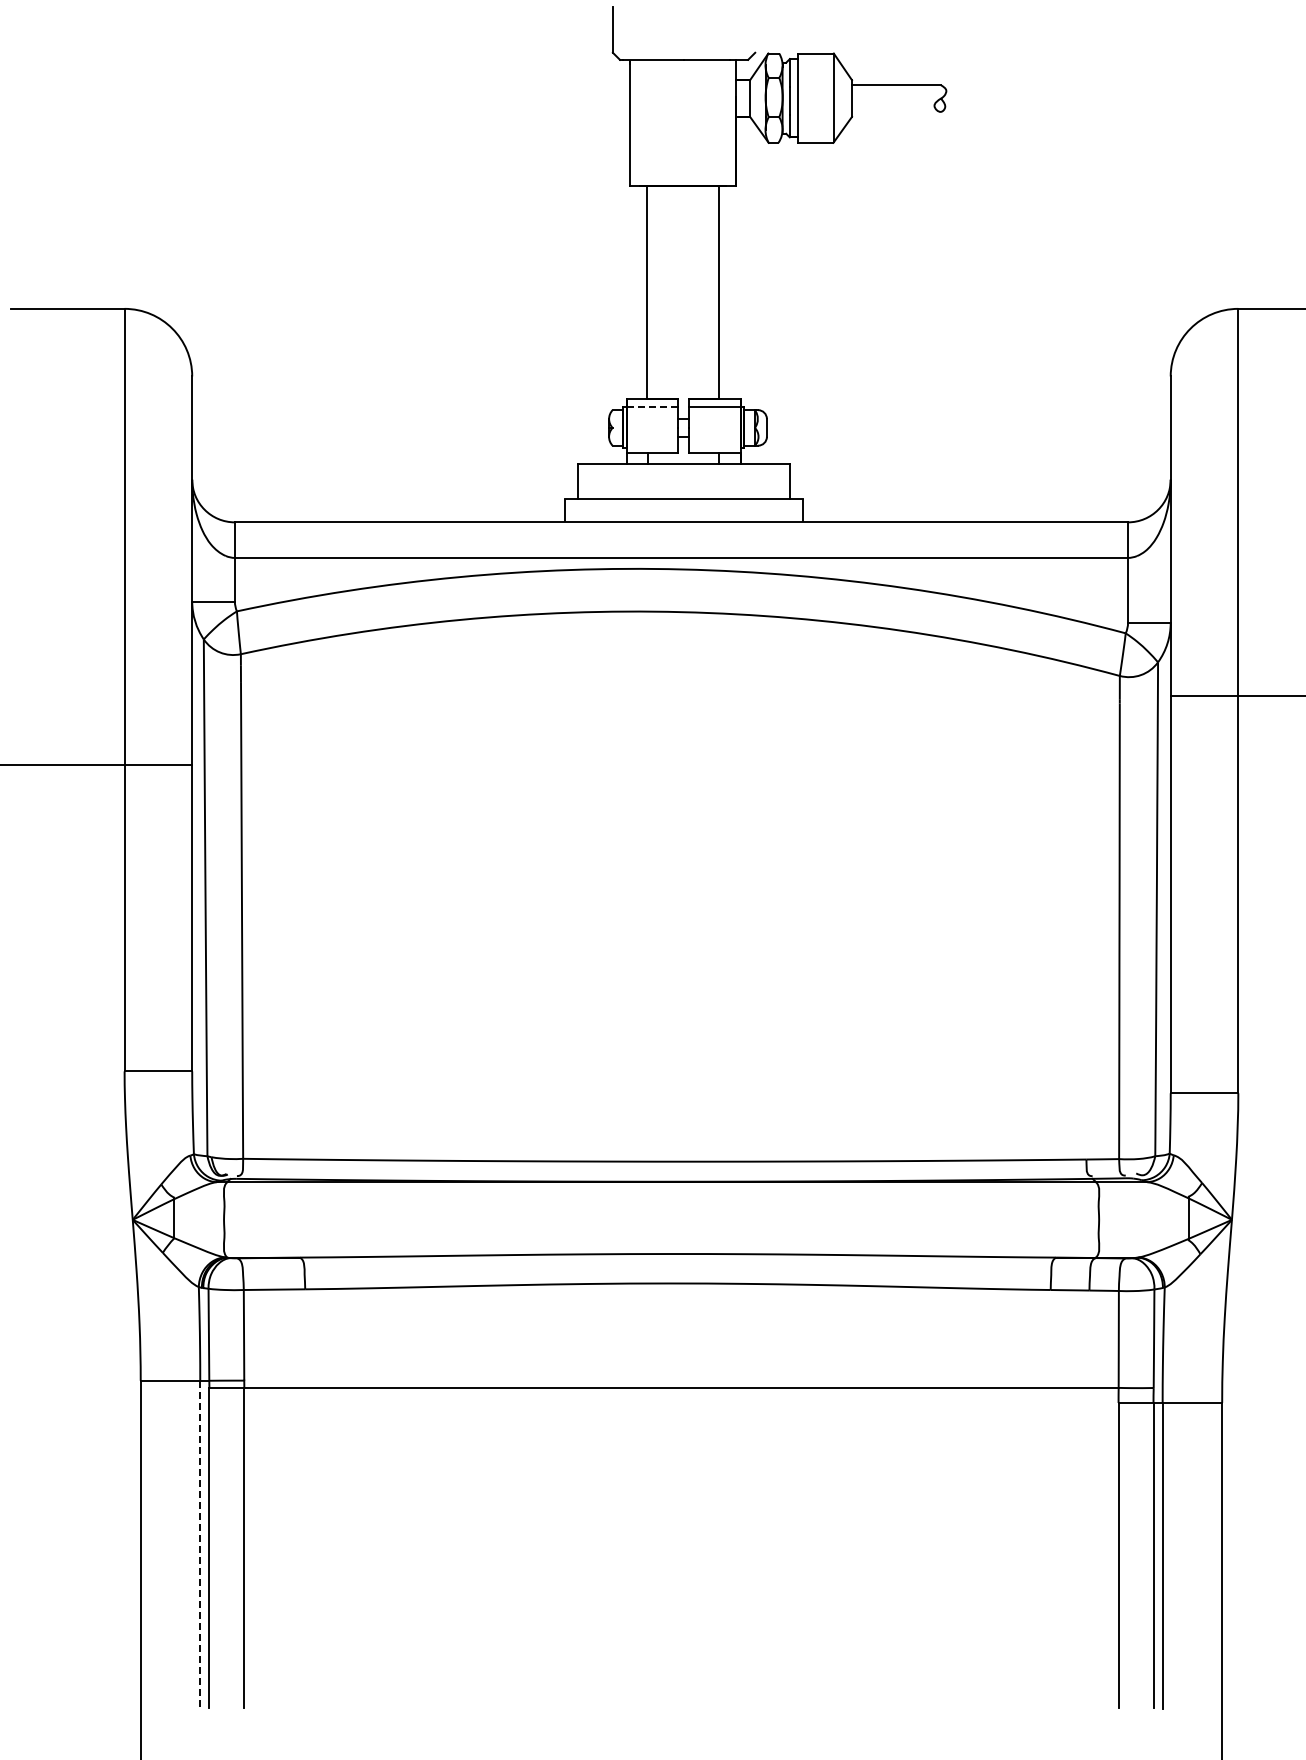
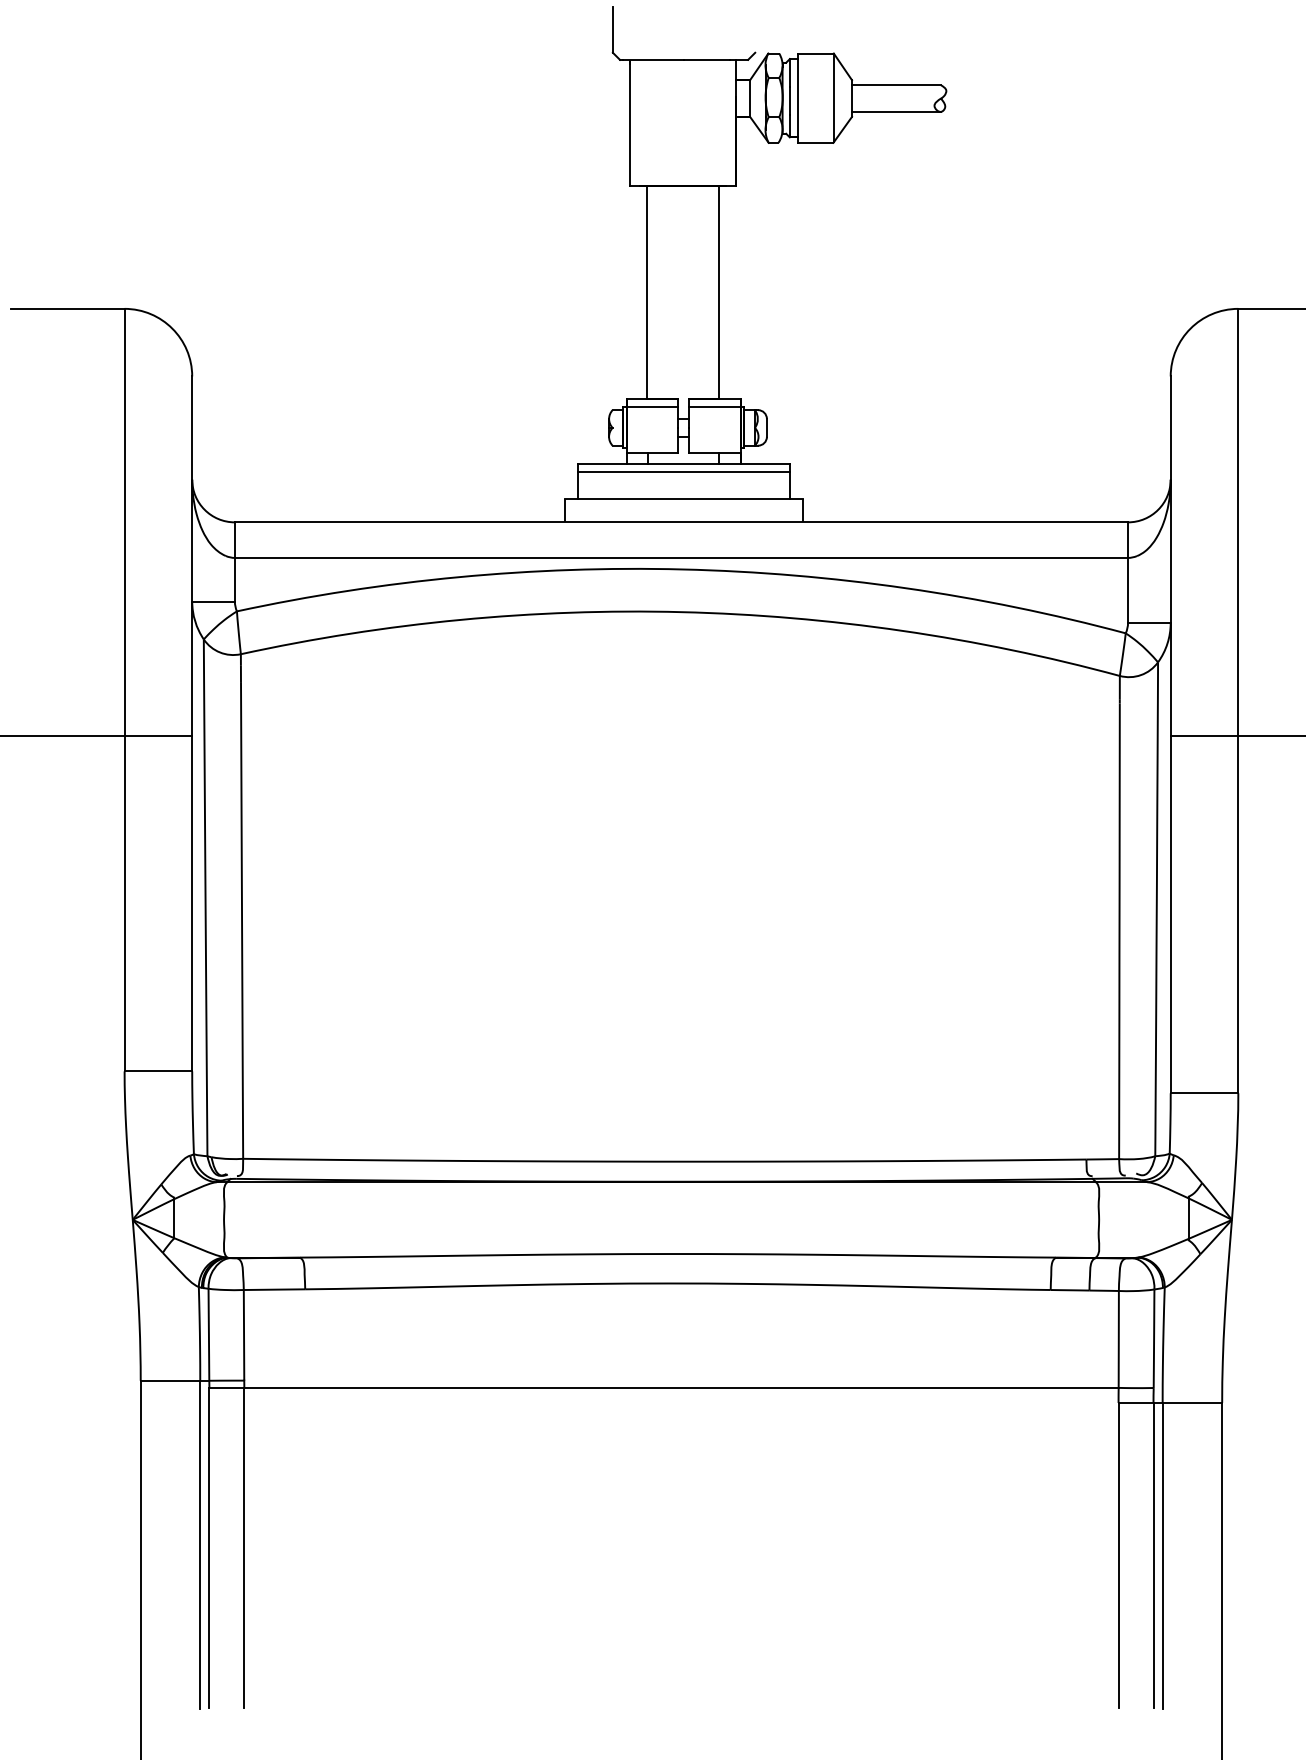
line at (896, 111): none -> present
line at (652, 406): dashed -> solid
line at (683, 471): none -> present
line at (1236, 695) position: (1236, 695) -> (1236, 735)
line at (97, 764) position: (97, 764) -> (97, 735)
line at (200, 1545): dashed -> solid
